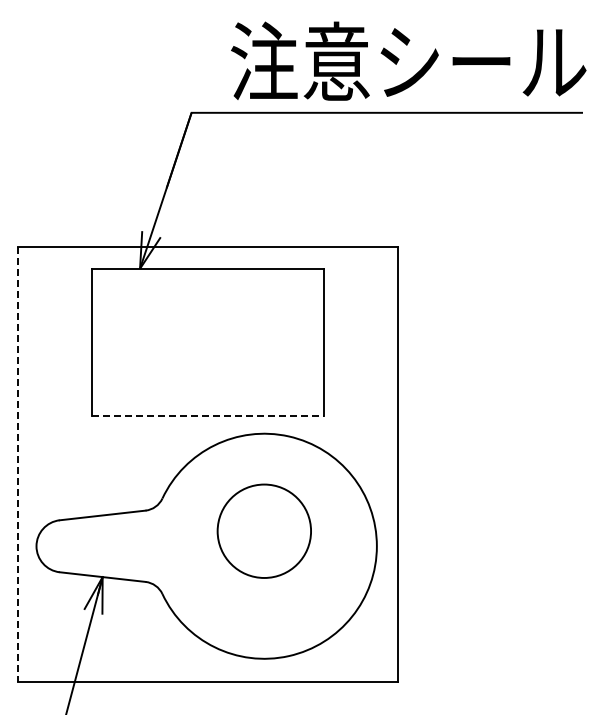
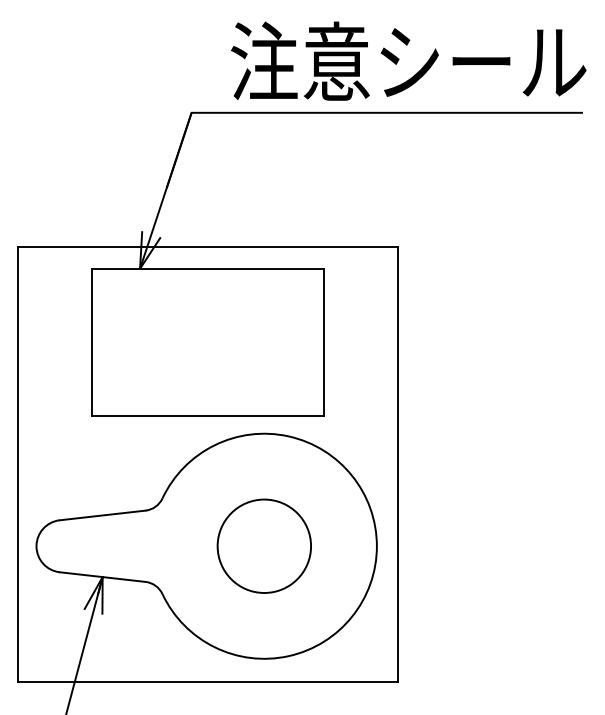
line at (208, 416): dashed -> solid
line at (18, 464): dashed -> solid
circle at (263, 530) position: (263, 530) -> (263, 545)
